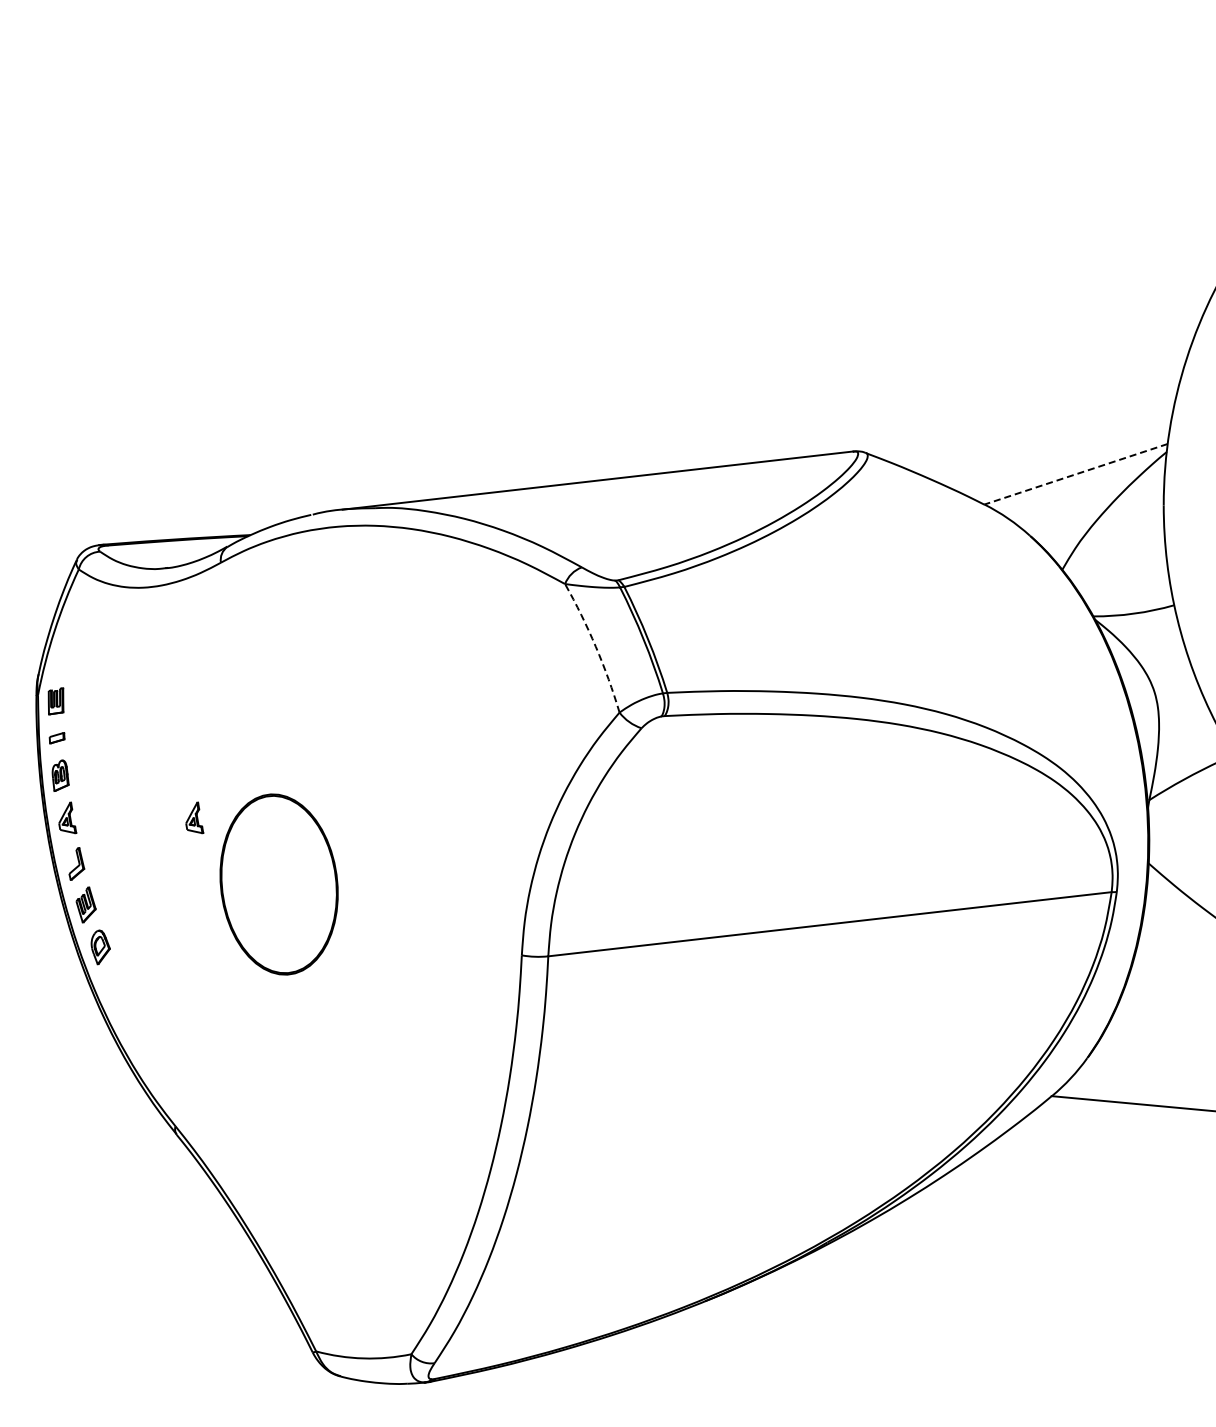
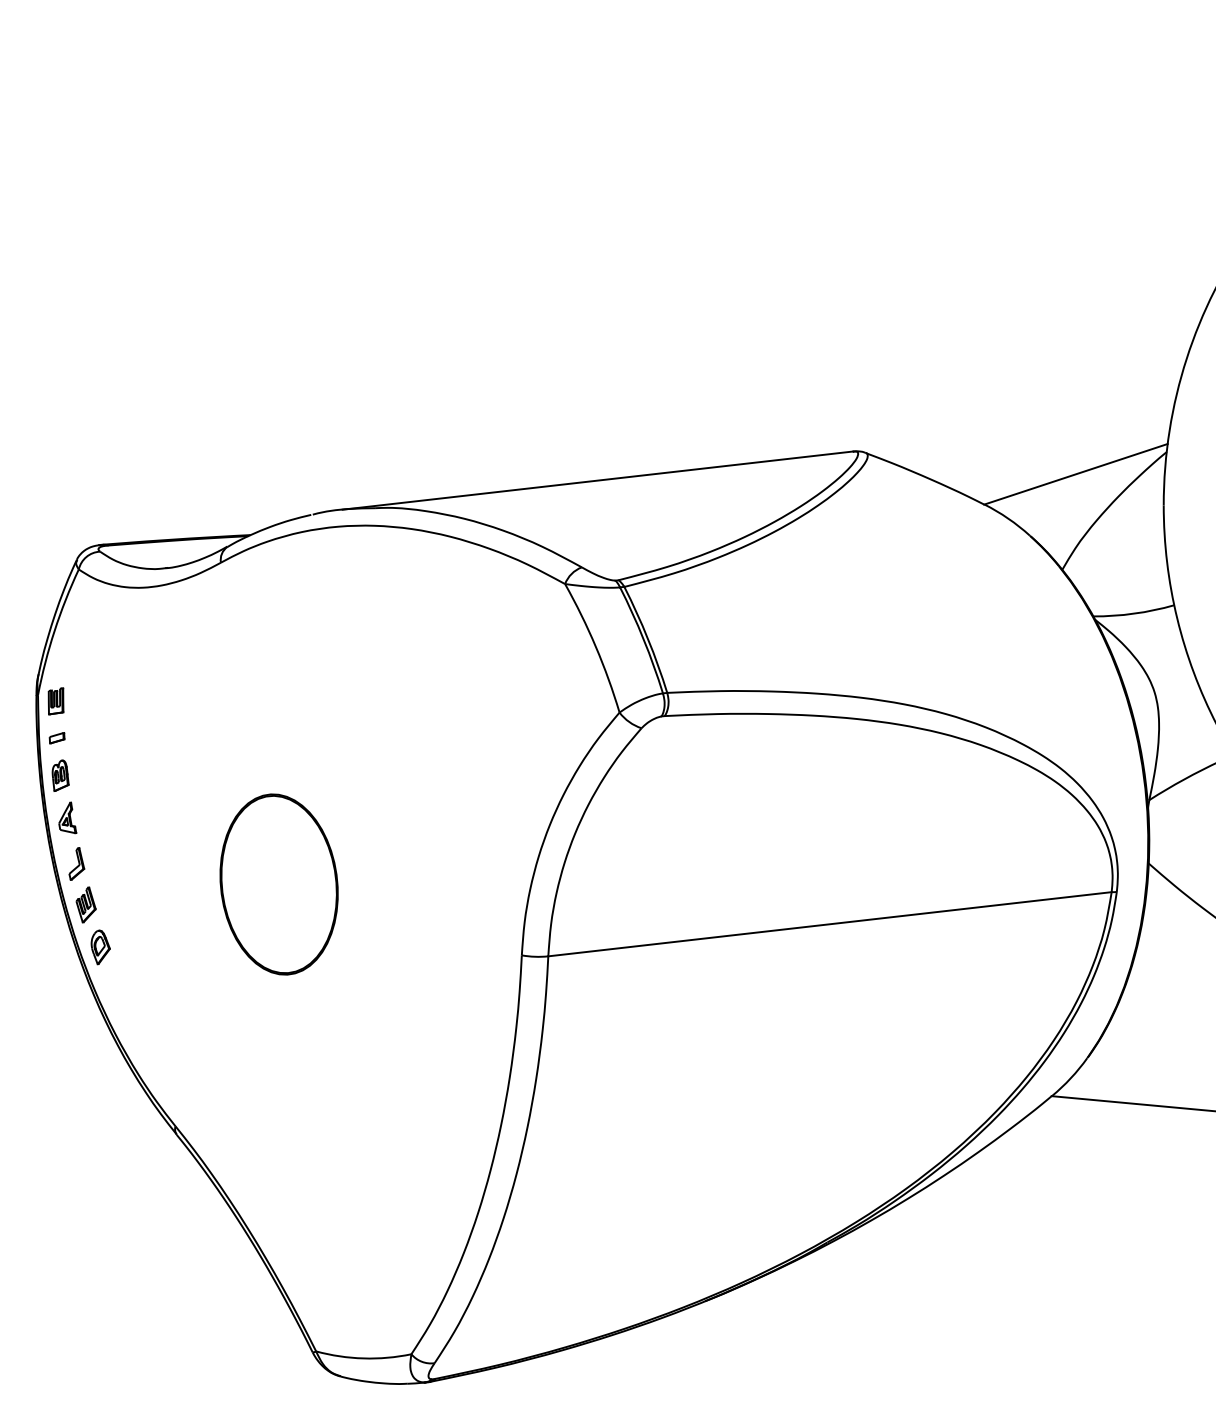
line at (1075, 474): dashed -> solid
arc at (595, 646): dashed -> solid
part at (194, 817): present -> none
